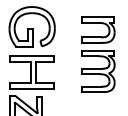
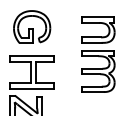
part at (31, 26) size: 48x42 px -> 39x34 px
